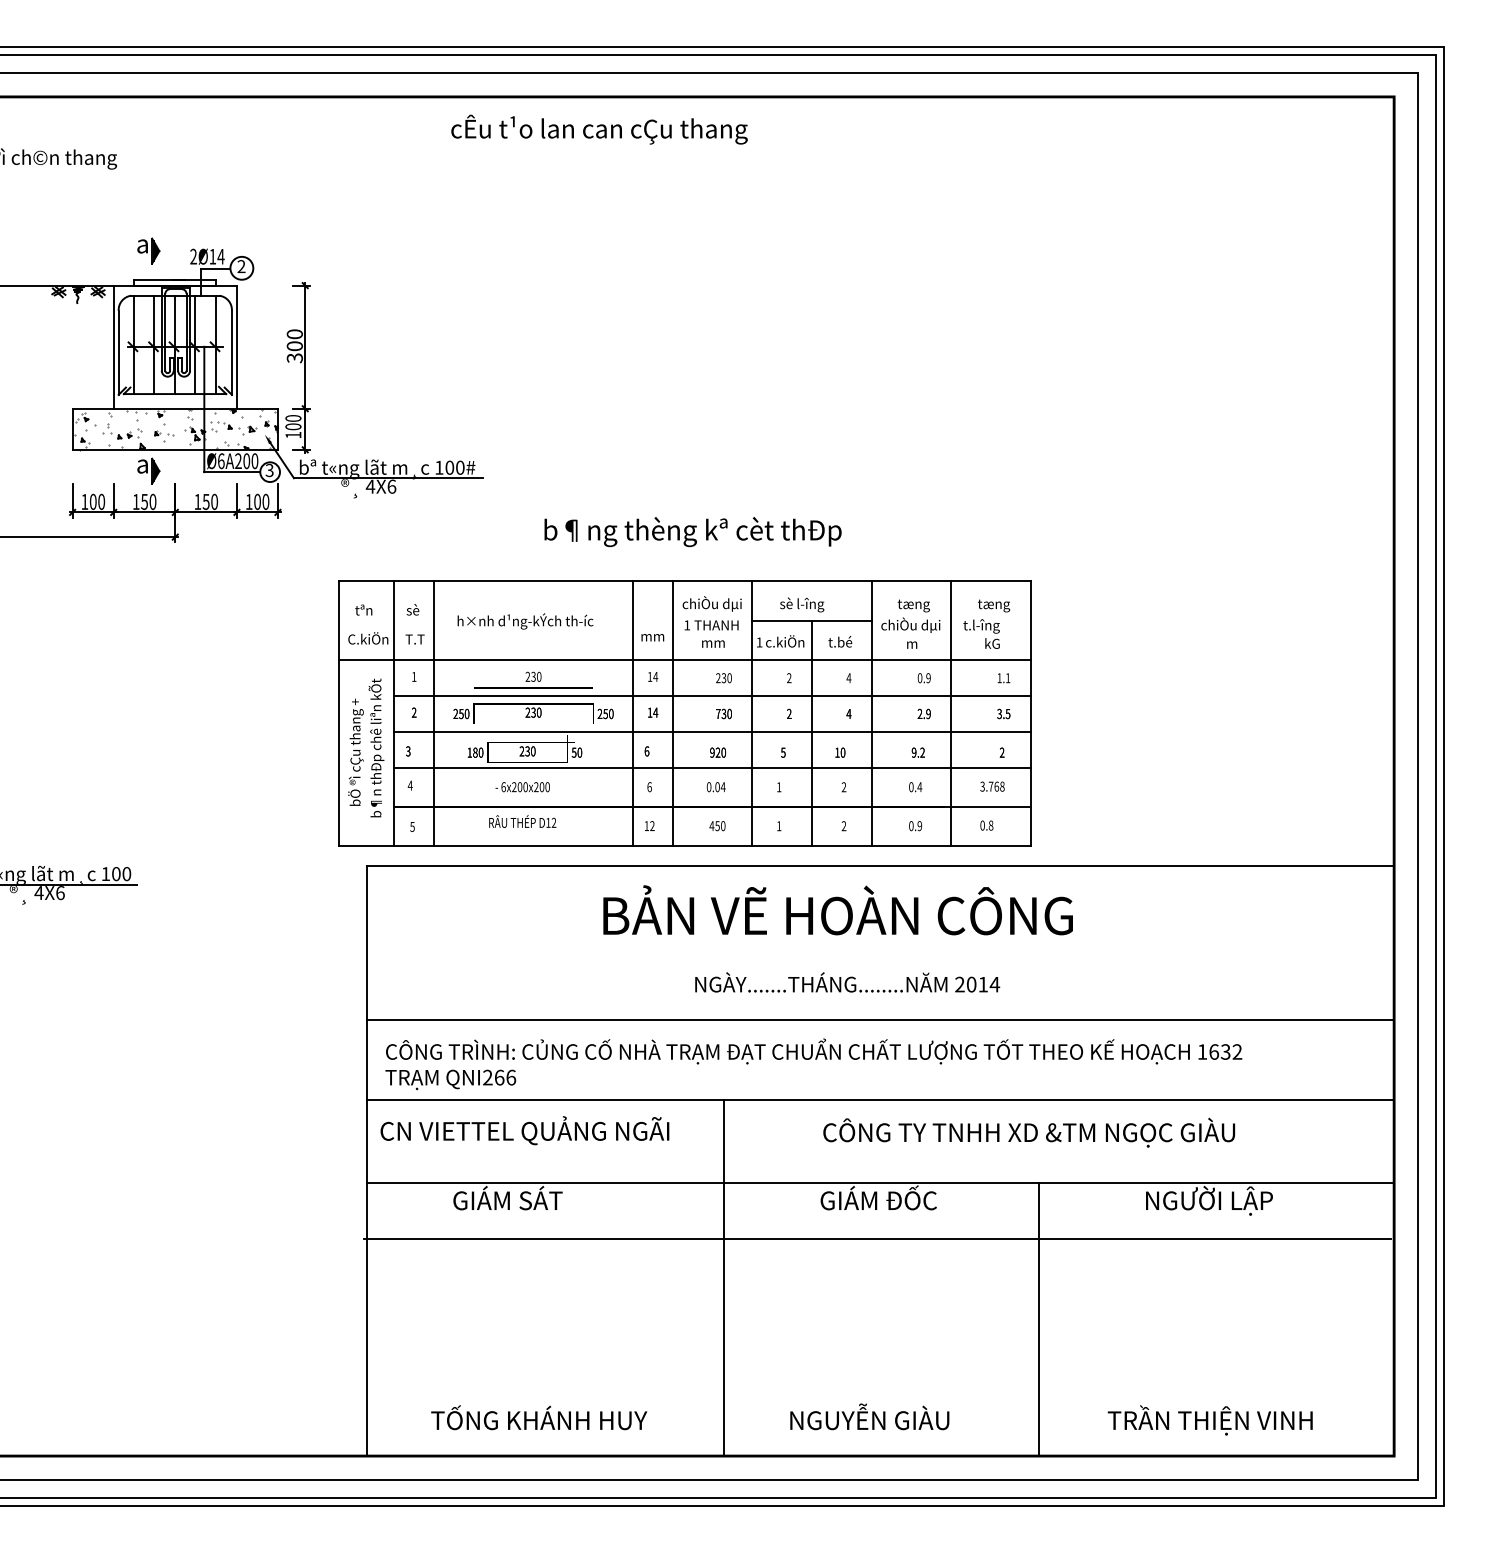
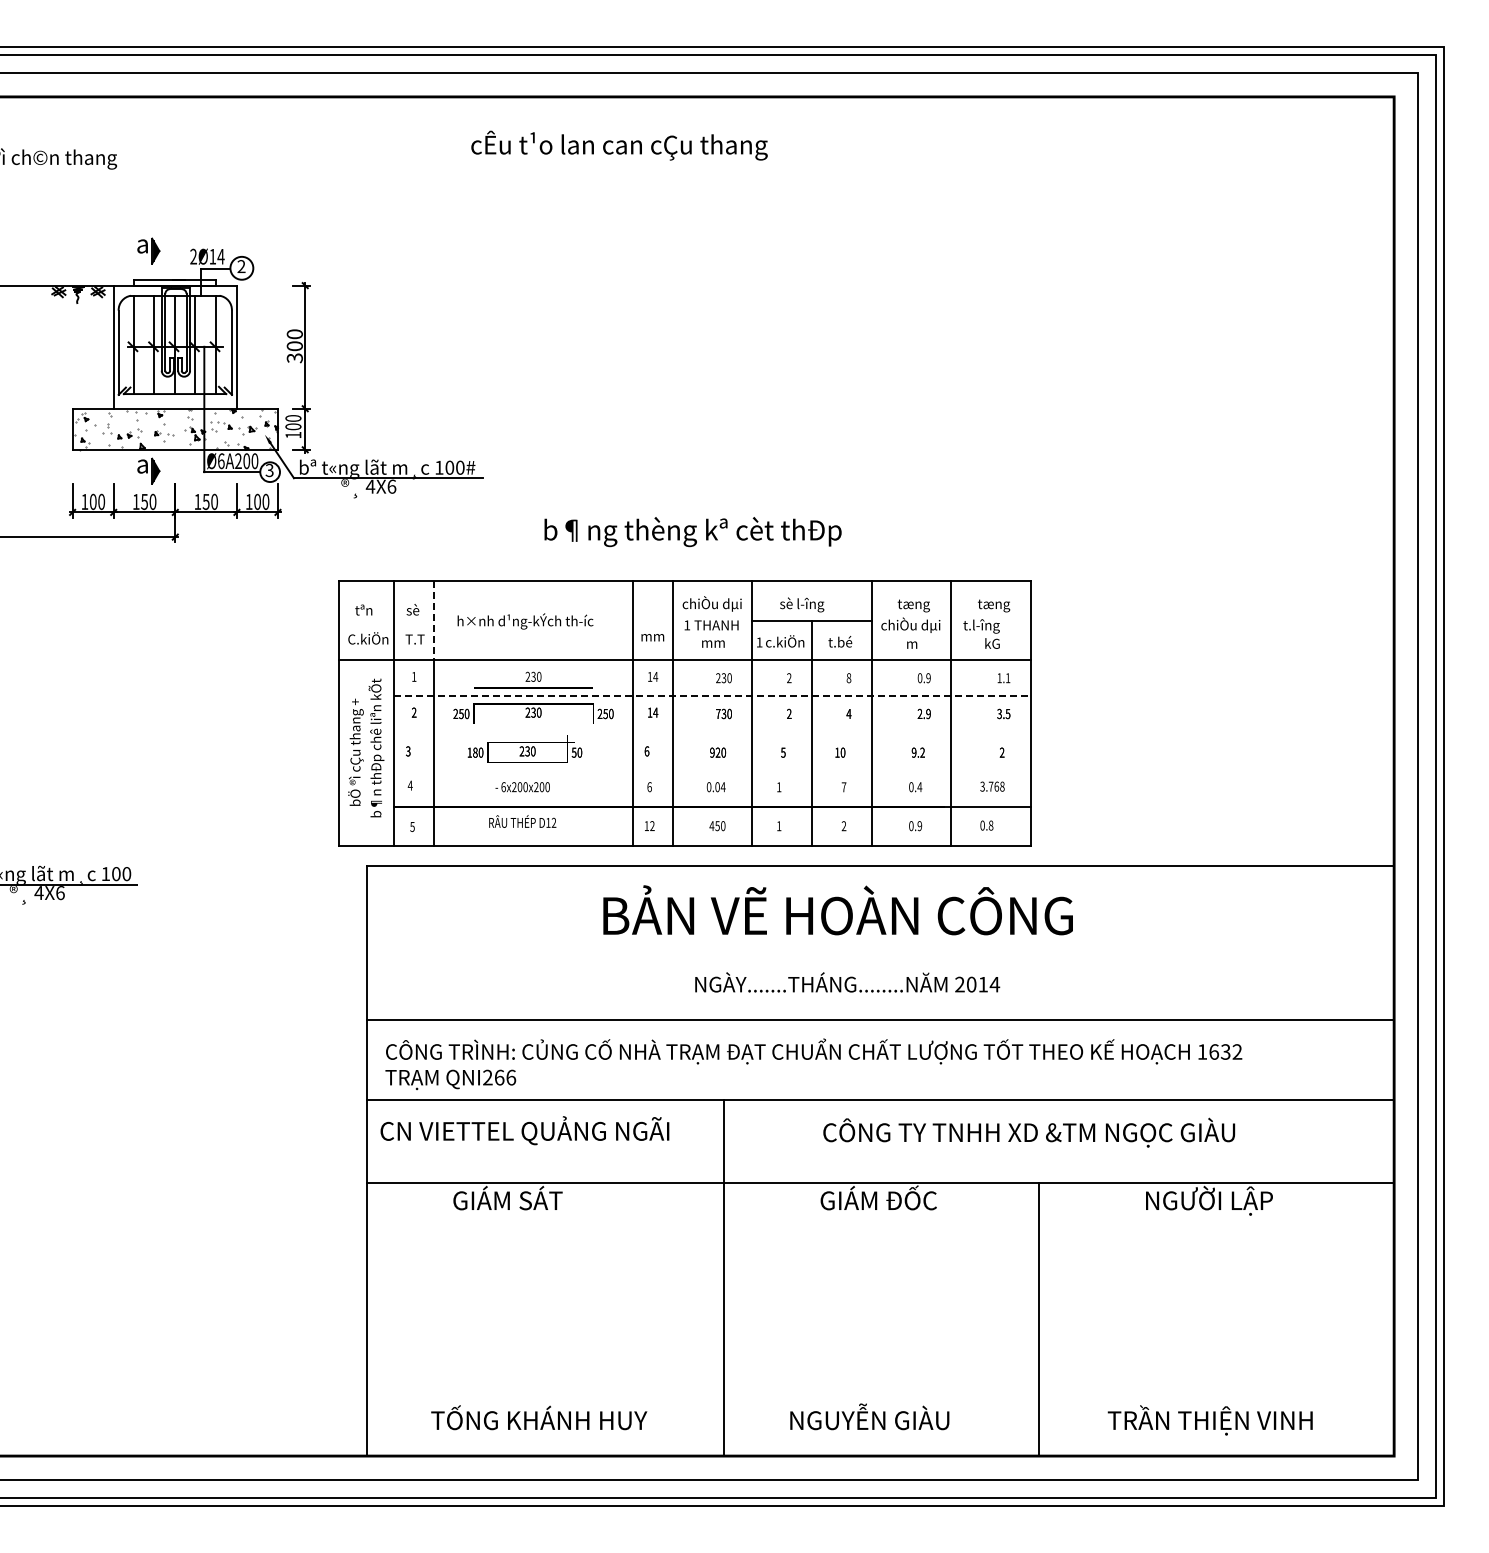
text at (599, 129) position: (599, 129) -> (619, 145)
line at (434, 620): solid -> dashed
text at (848, 678): 4 -> 8
line at (713, 696): solid -> dashed
line at (712, 731): present -> none
line at (712, 767): present -> none
text at (843, 787): 2 -> 7
line at (876, 1239): present -> none
